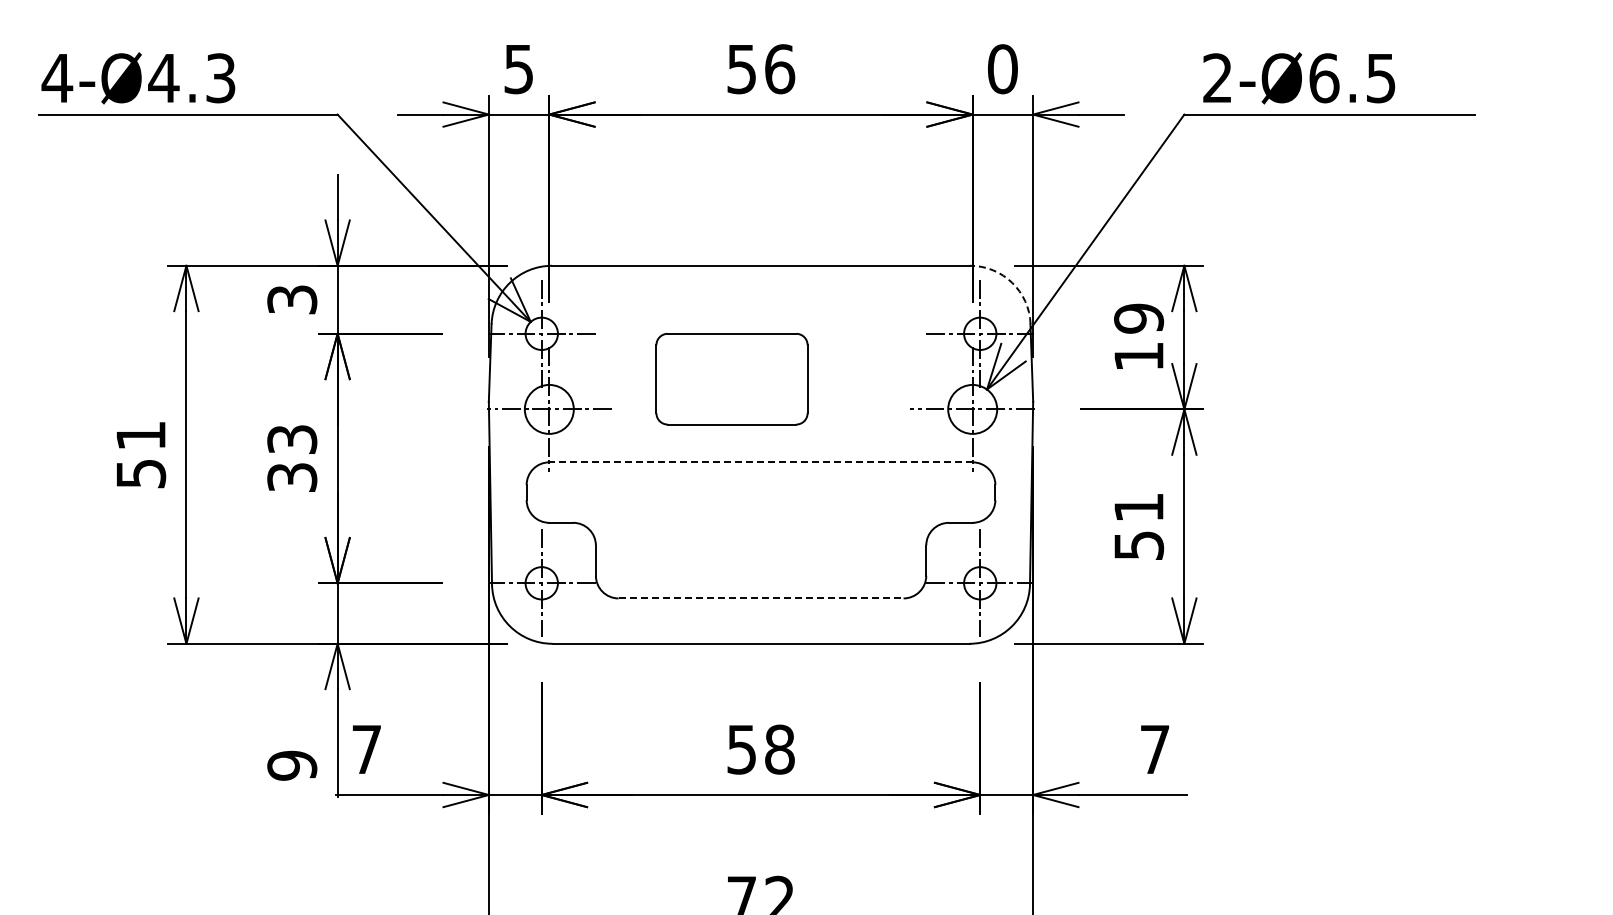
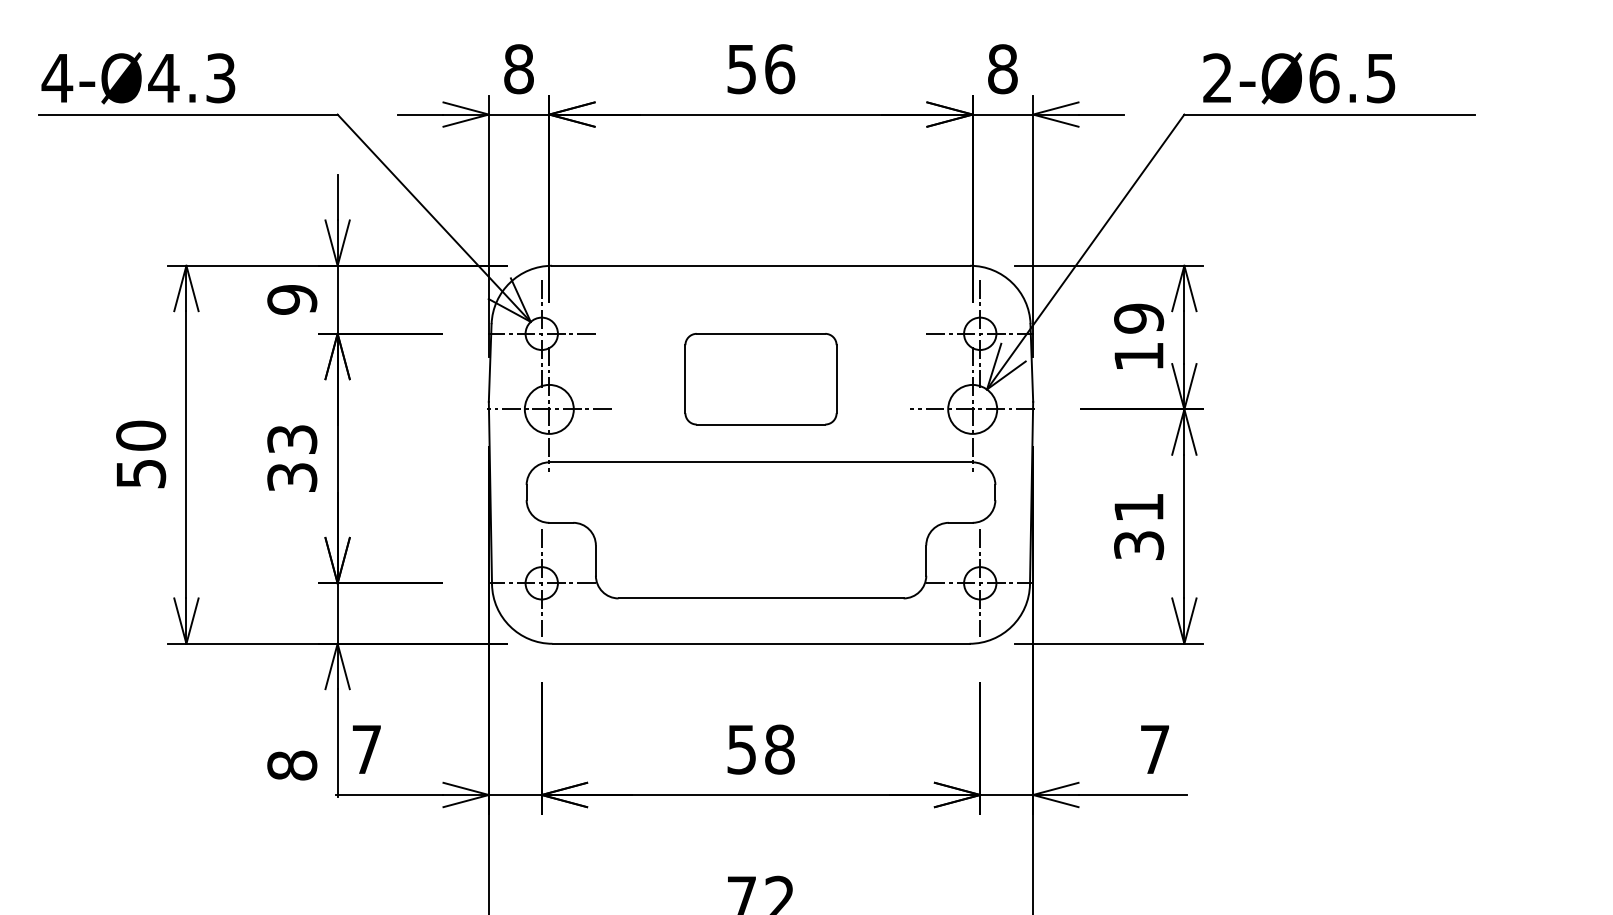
text at (518, 69): 5 -> 8
text at (1002, 69): 0 -> 8
arc at (1012, 282): dashed -> solid
text at (292, 299): 3 -> 9
part at (731, 379) position: (731, 379) -> (760, 379)
text at (141, 435): 51 -> 50
line at (761, 462): dashed -> solid
text at (1138, 545): 51 -> 31
line at (761, 598): dashed -> solid
text at (292, 765): 9 -> 8
